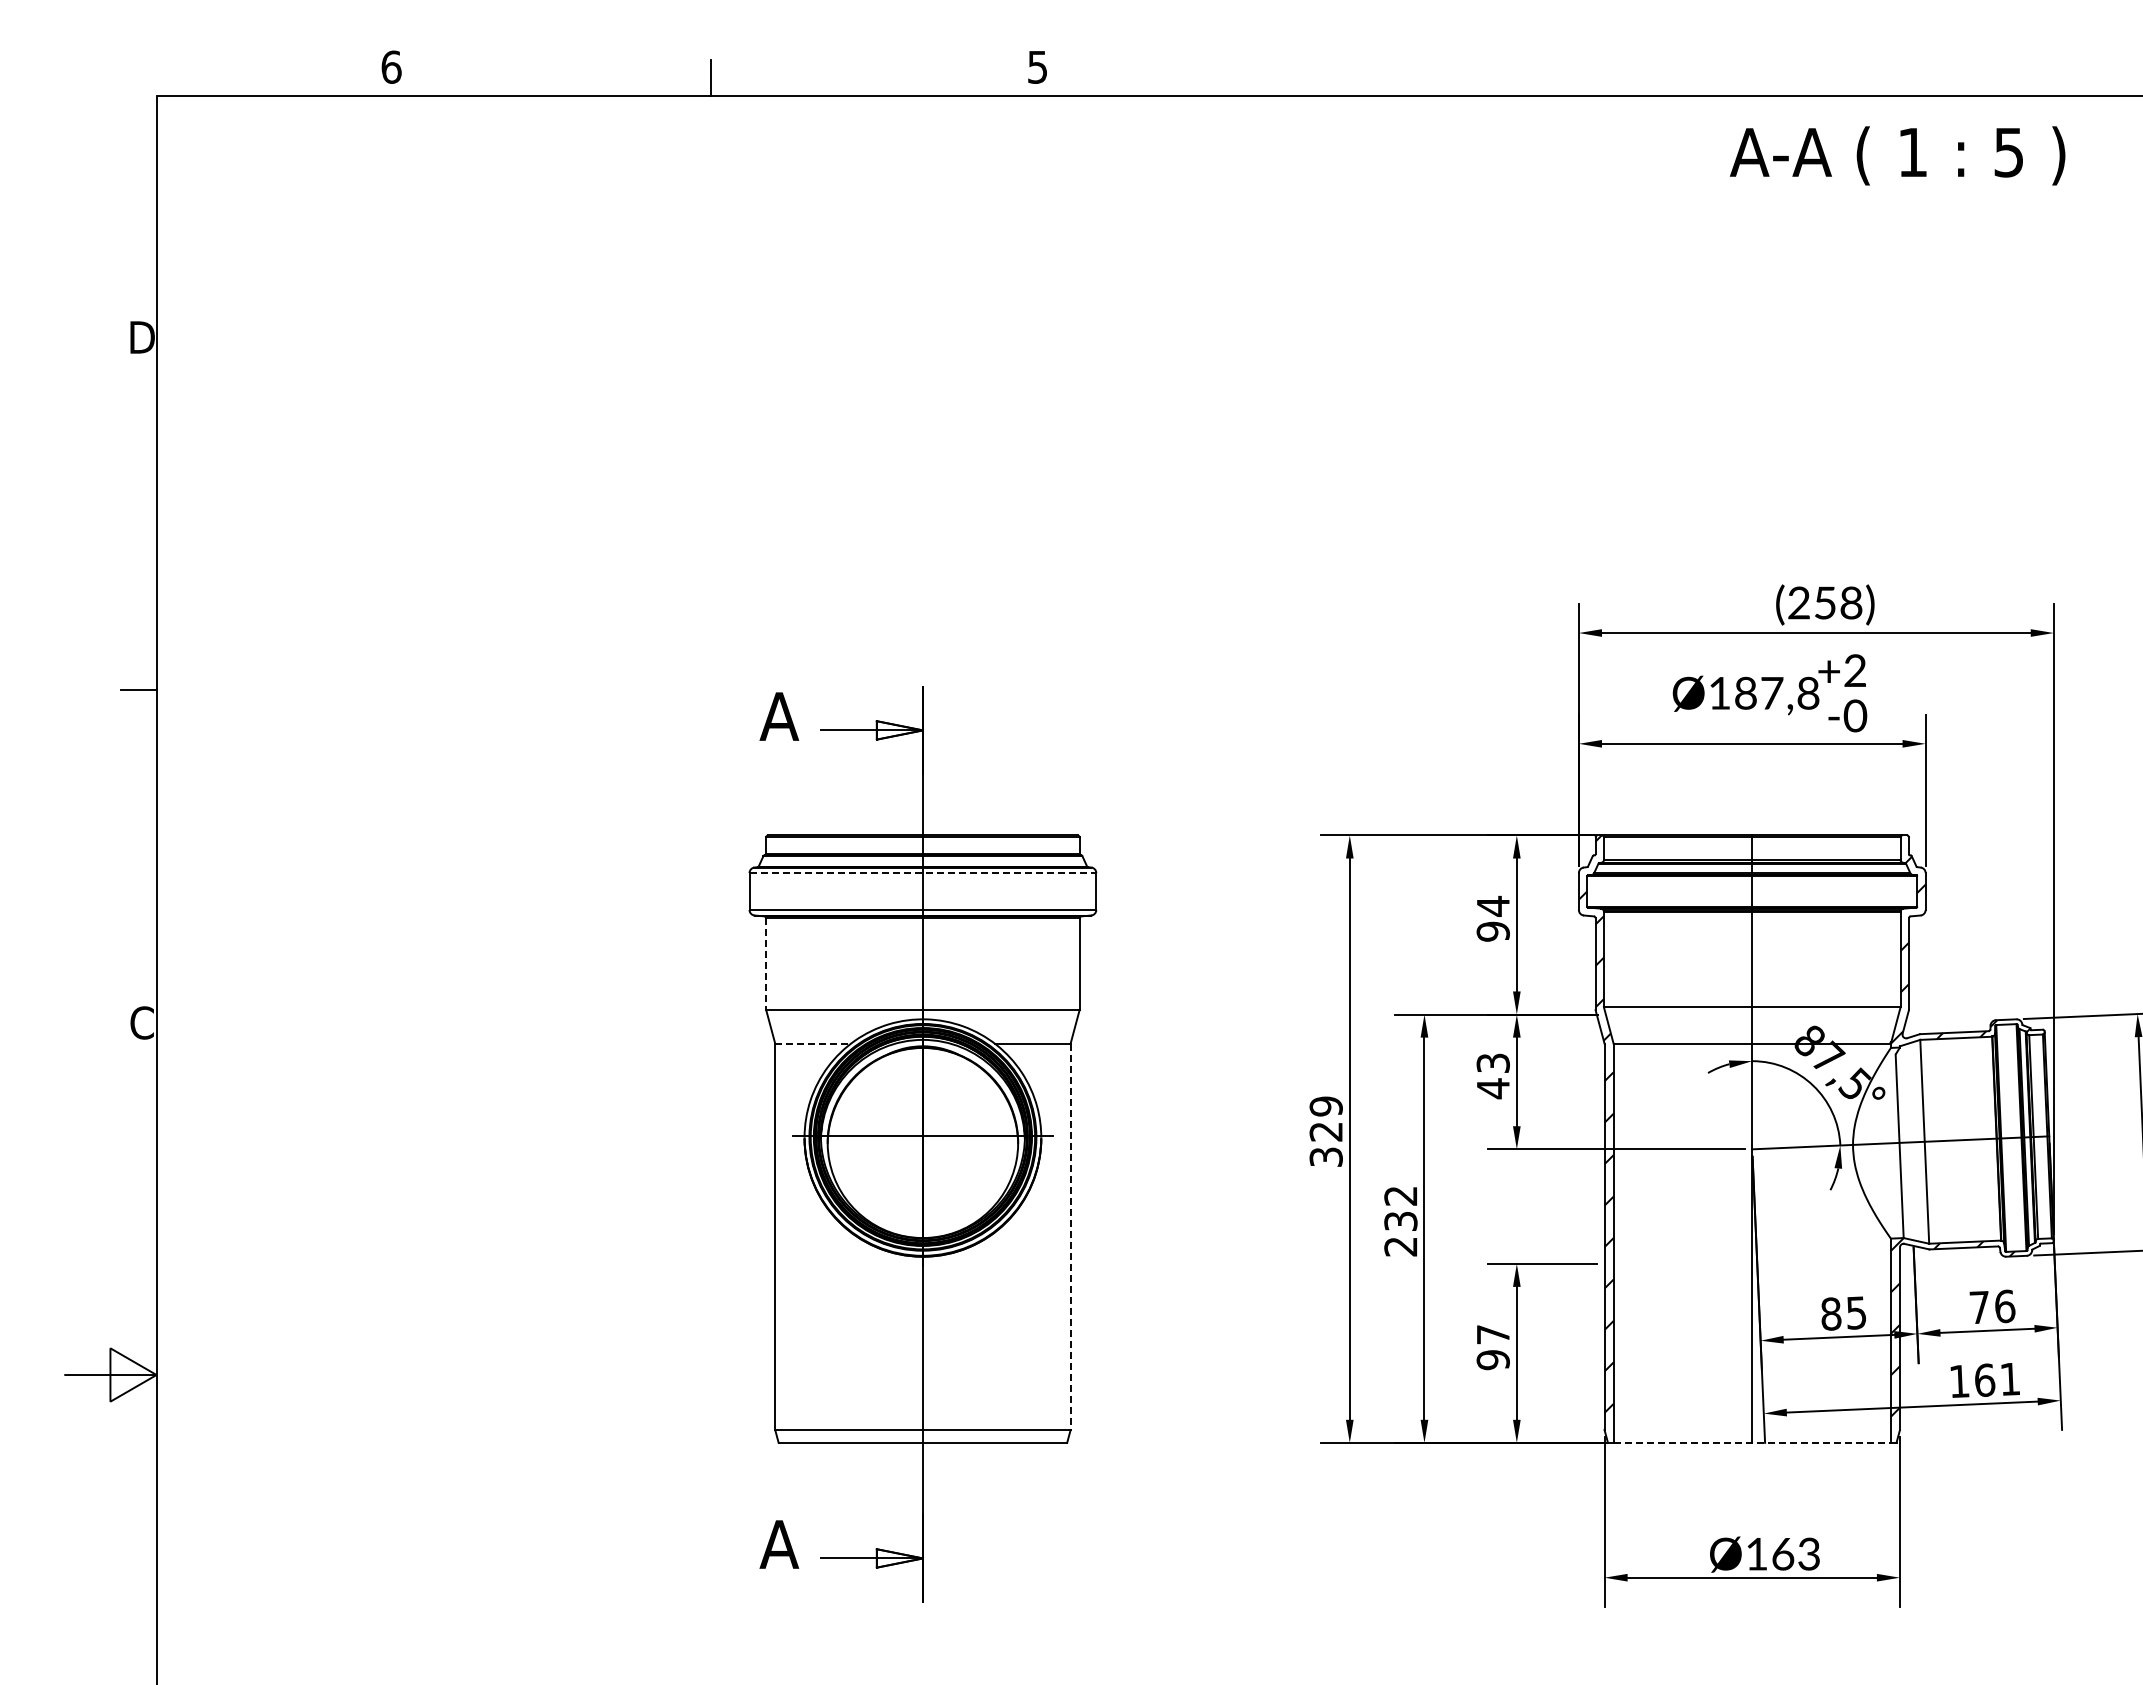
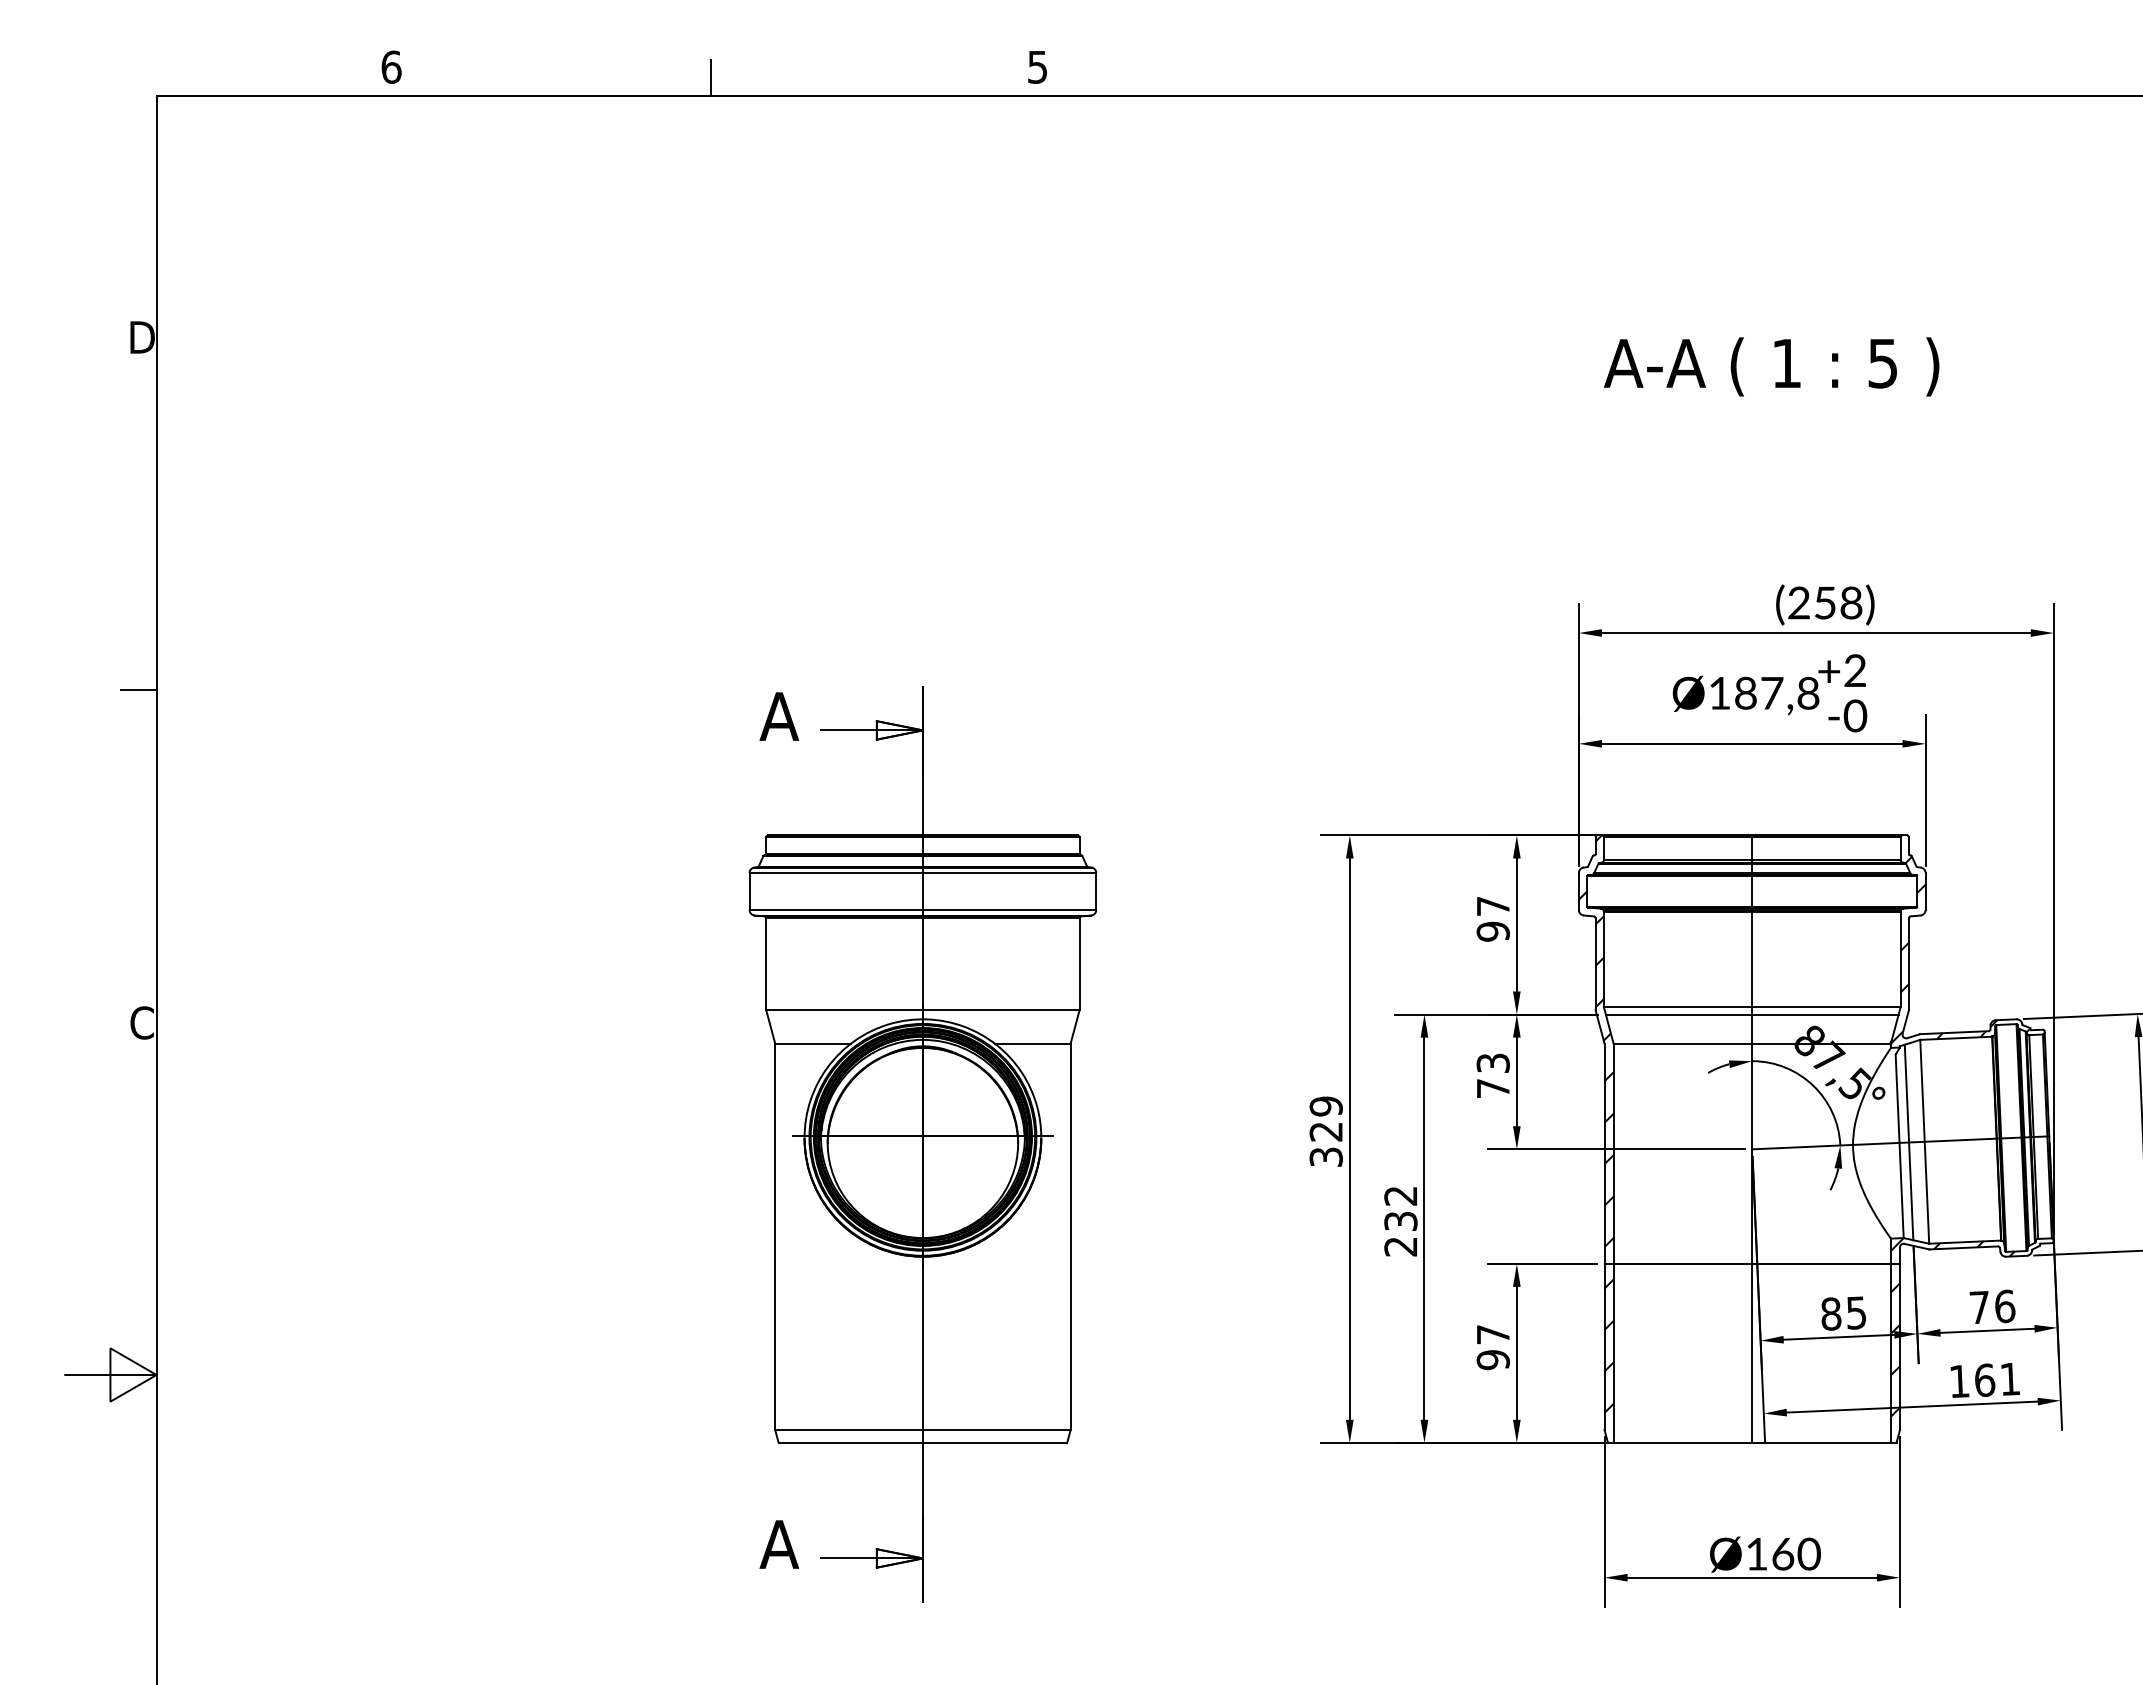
text at (1897, 155) position: (1897, 155) -> (1771, 366)
line at (923, 873): dashed -> solid
text at (1493, 905): 94 -> 97
line at (766, 964): dashed -> solid
line at (1751, 1014): none -> present
line at (813, 1043): dashed -> solid
text at (1493, 1088): 43 -> 73
line at (1908, 1142): none -> present
line at (1070, 1237): dashed -> solid
line at (1751, 1263): none -> present
line at (1752, 1442): dashed -> solid
text at (1808, 1553): Ø163 -> Ø160
